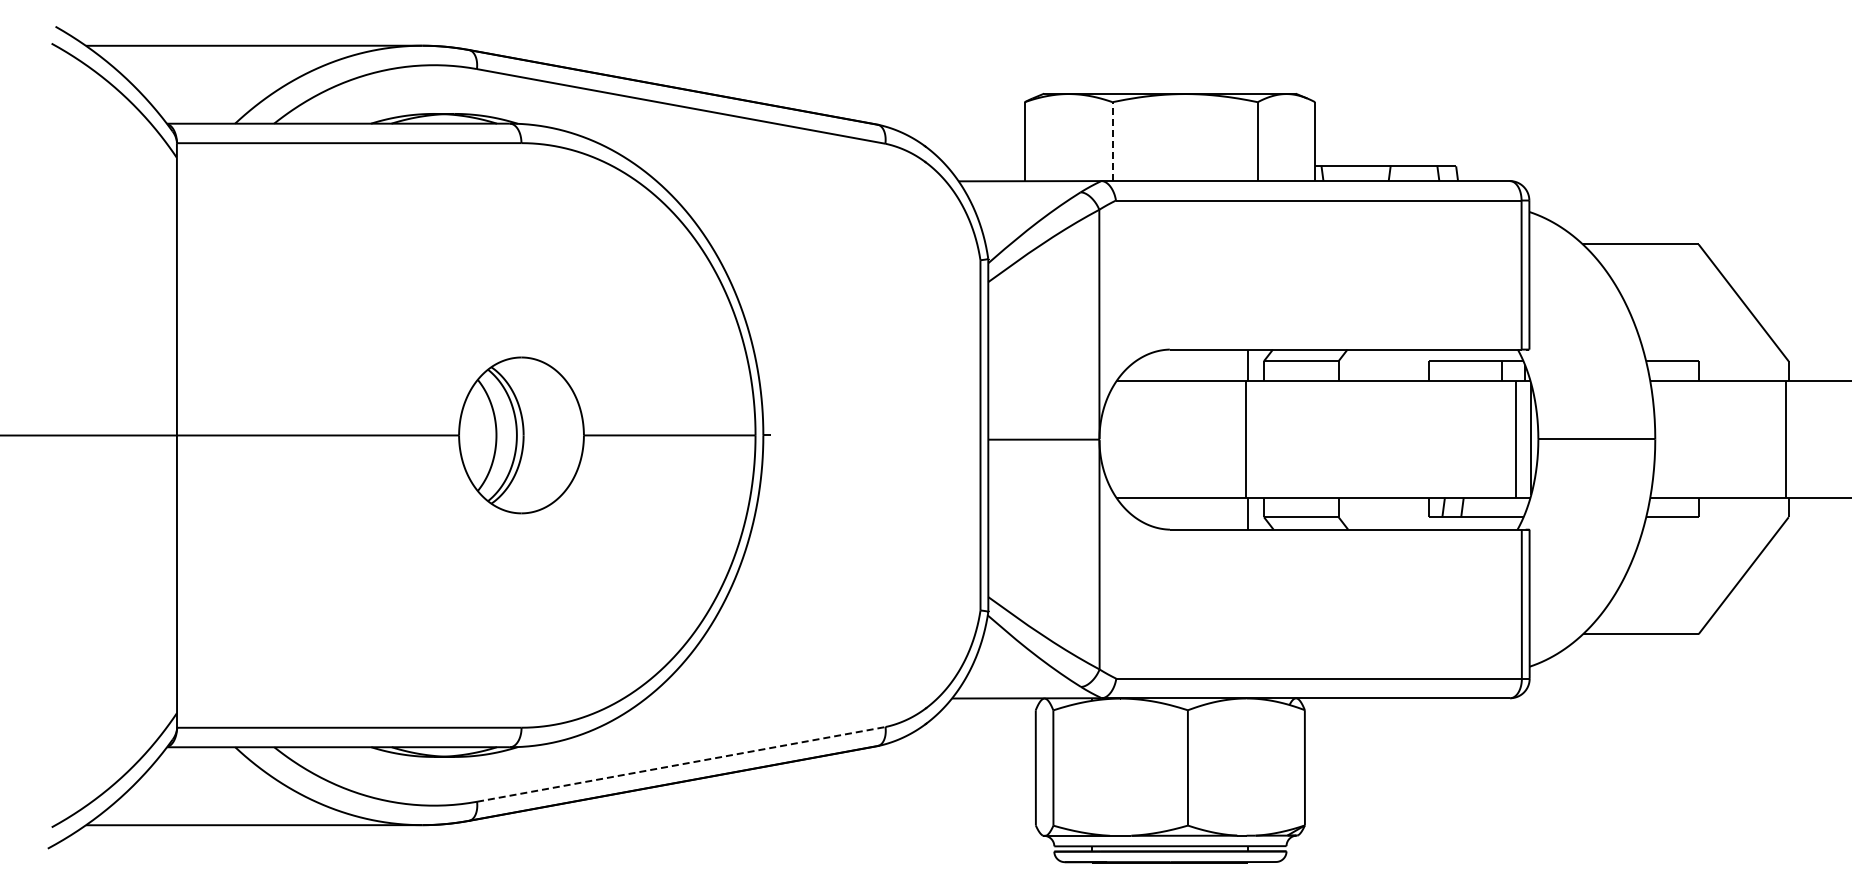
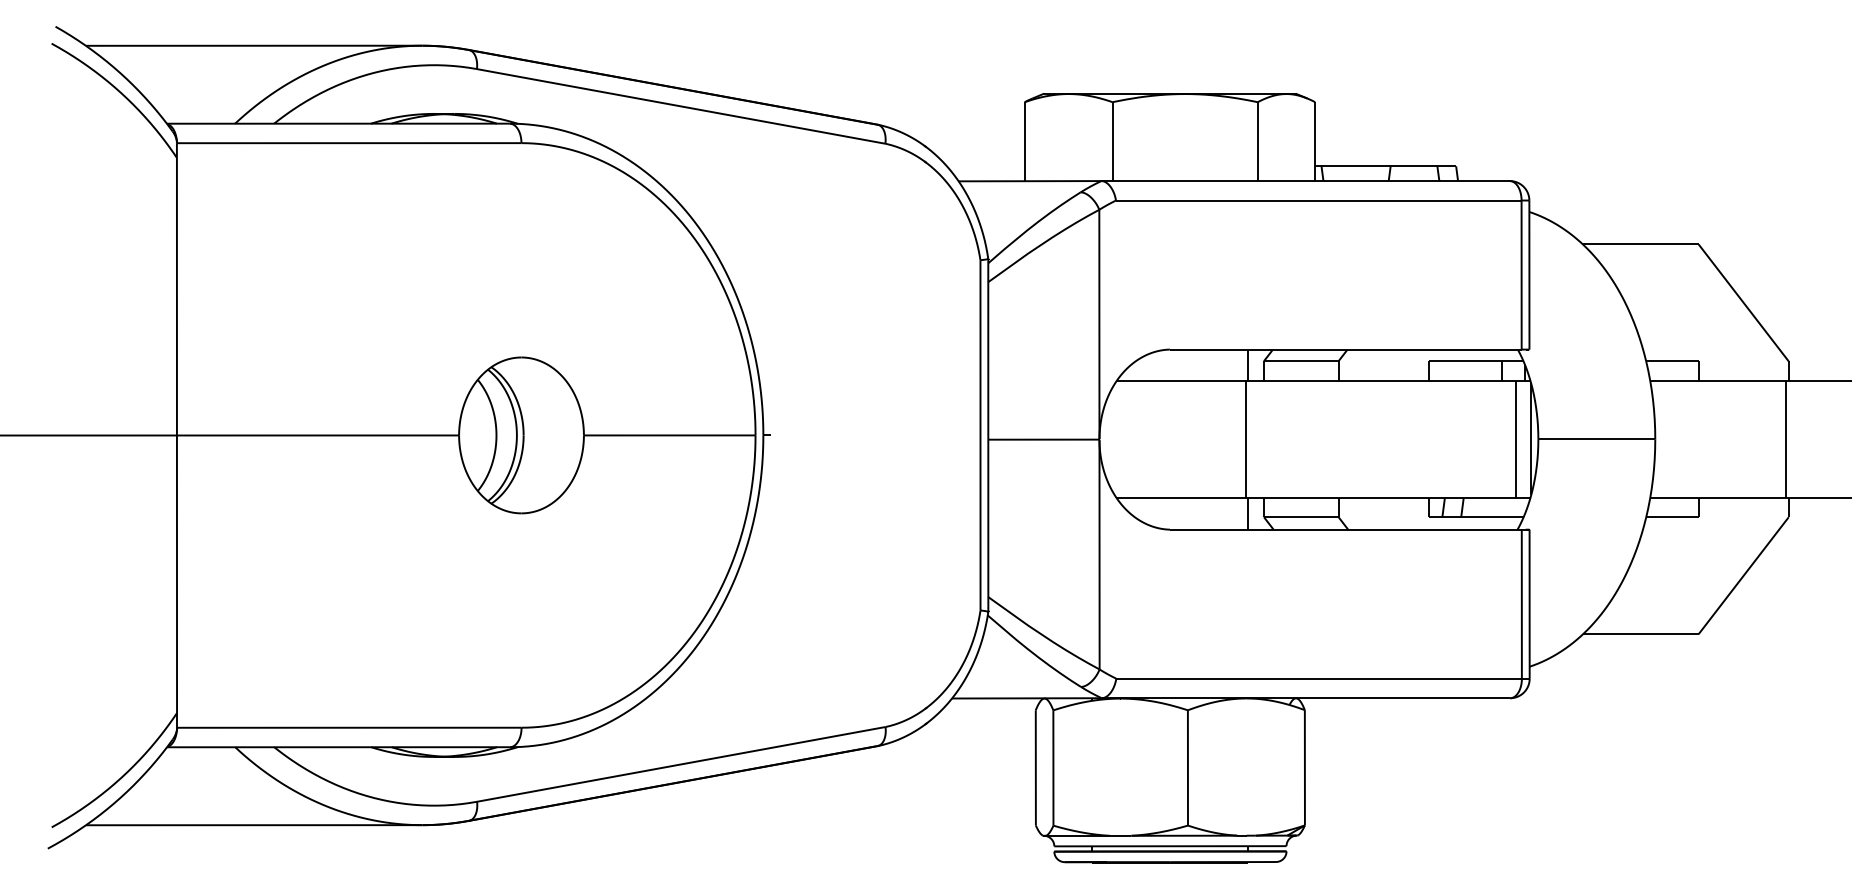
line at (1112, 141): dashed -> solid
line at (681, 764): dashed -> solid
